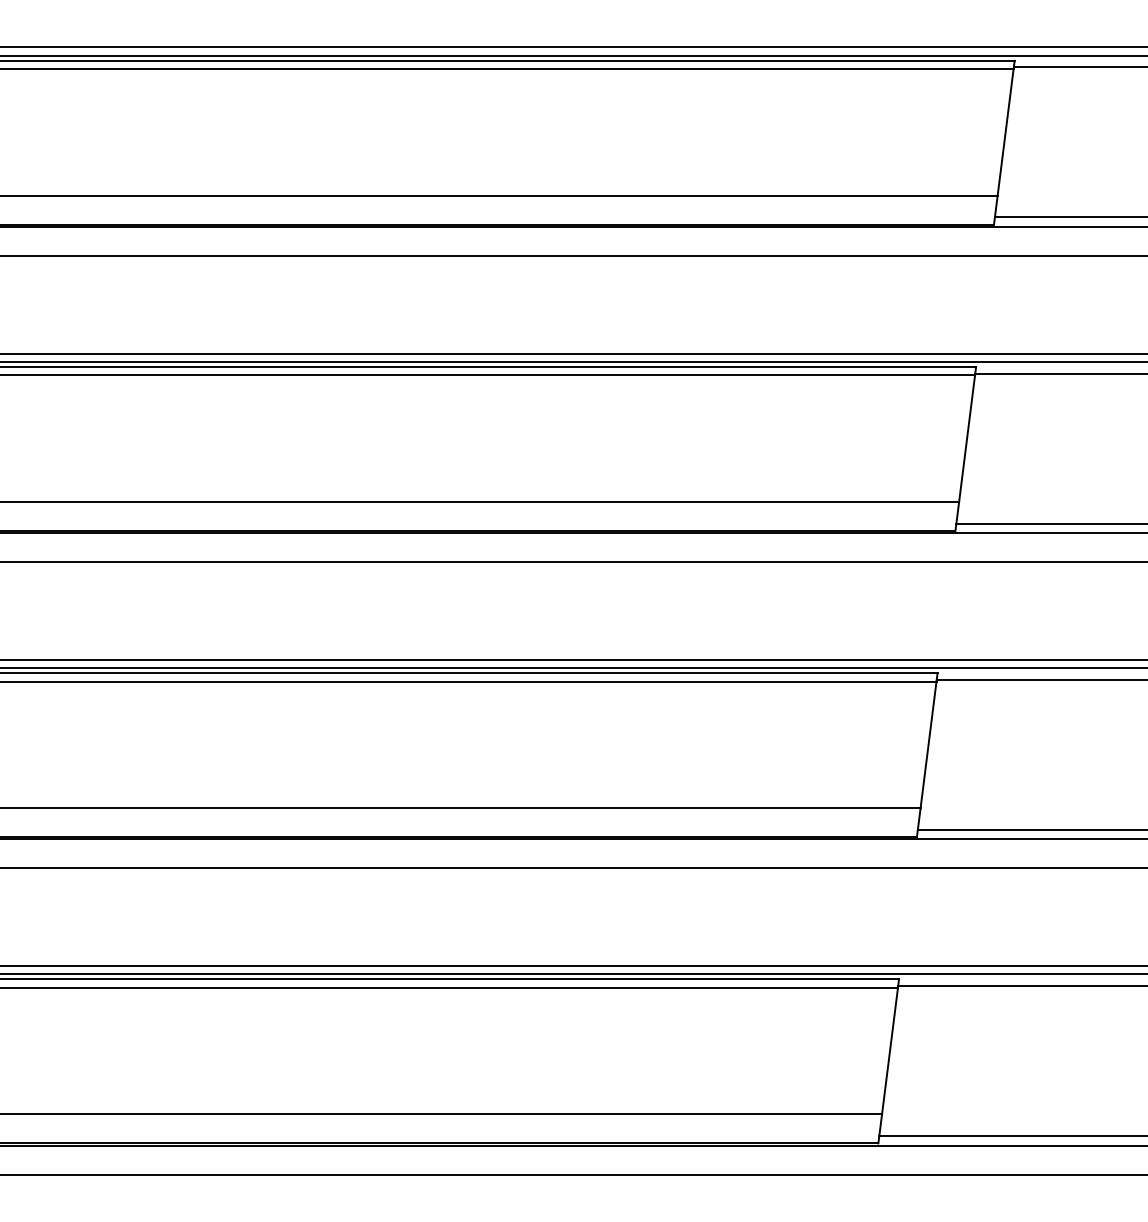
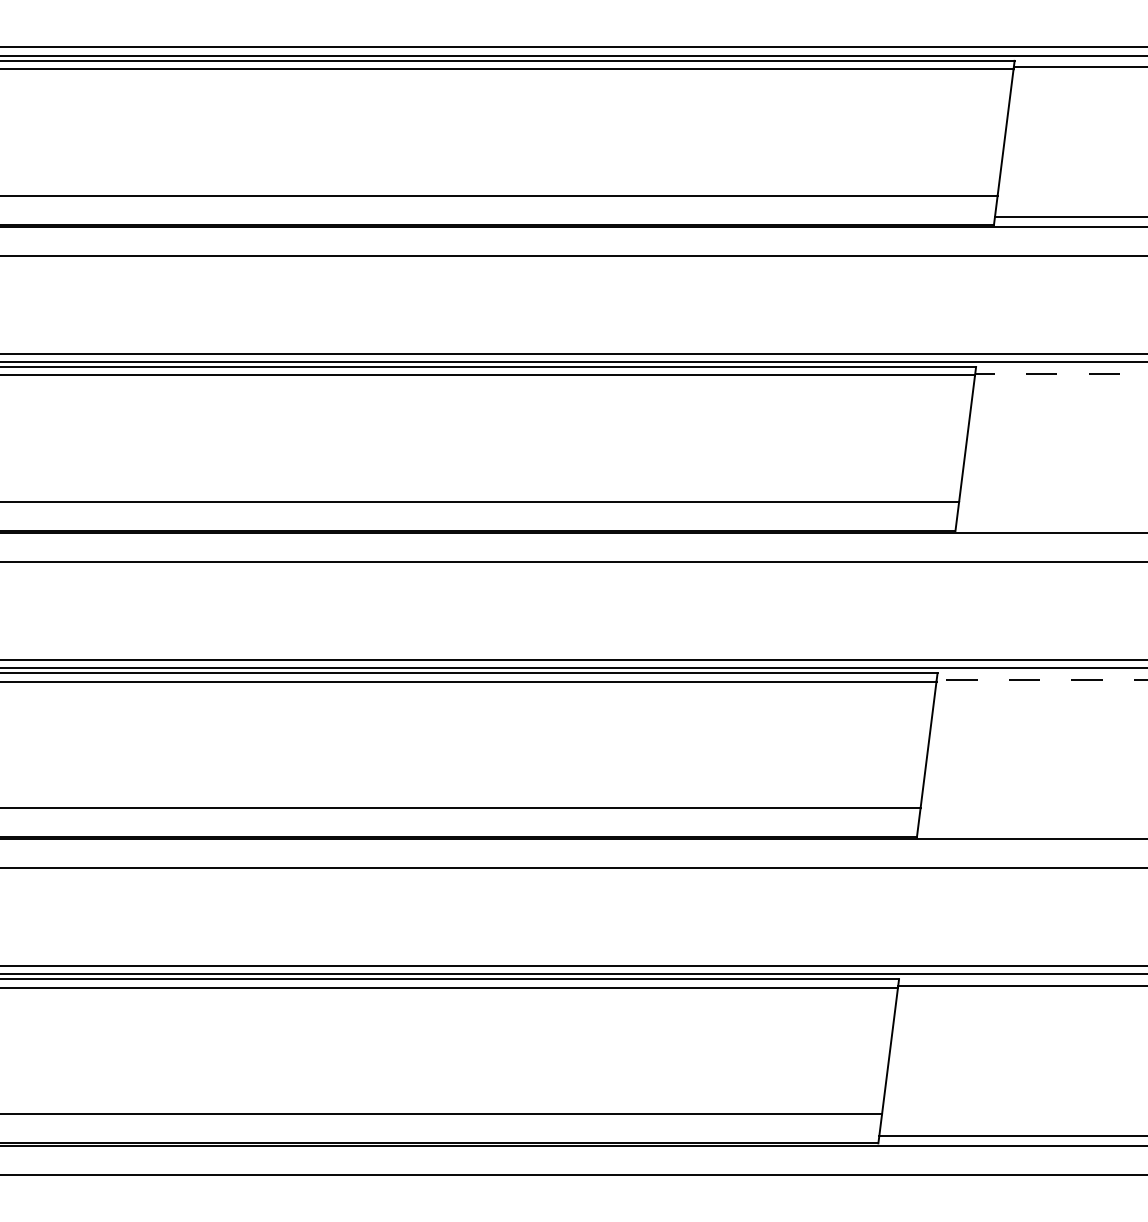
line at (1061, 373): solid -> dashed
line at (1050, 523): present -> none
line at (1041, 679): solid -> dashed
line at (1030, 829): present -> none
